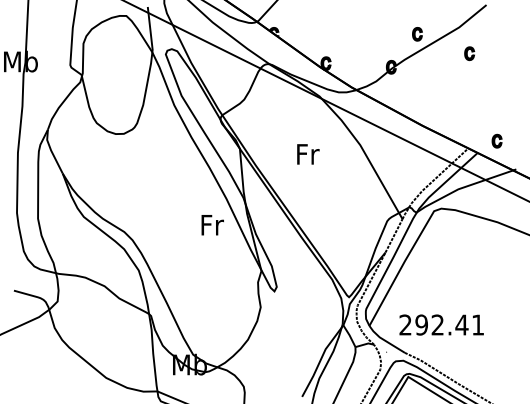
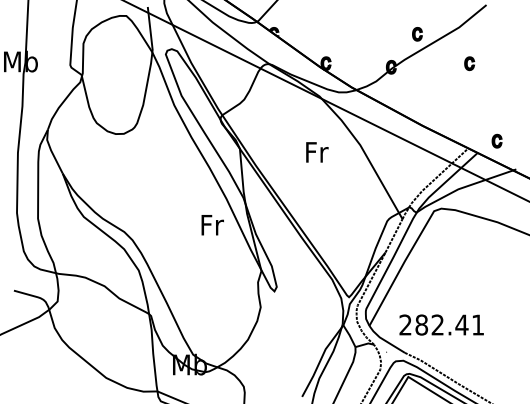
part at (469, 53) position: (469, 53) -> (469, 63)
text at (308, 154) position: (308, 154) -> (317, 152)
text at (421, 324): 292.41 -> 282.41
